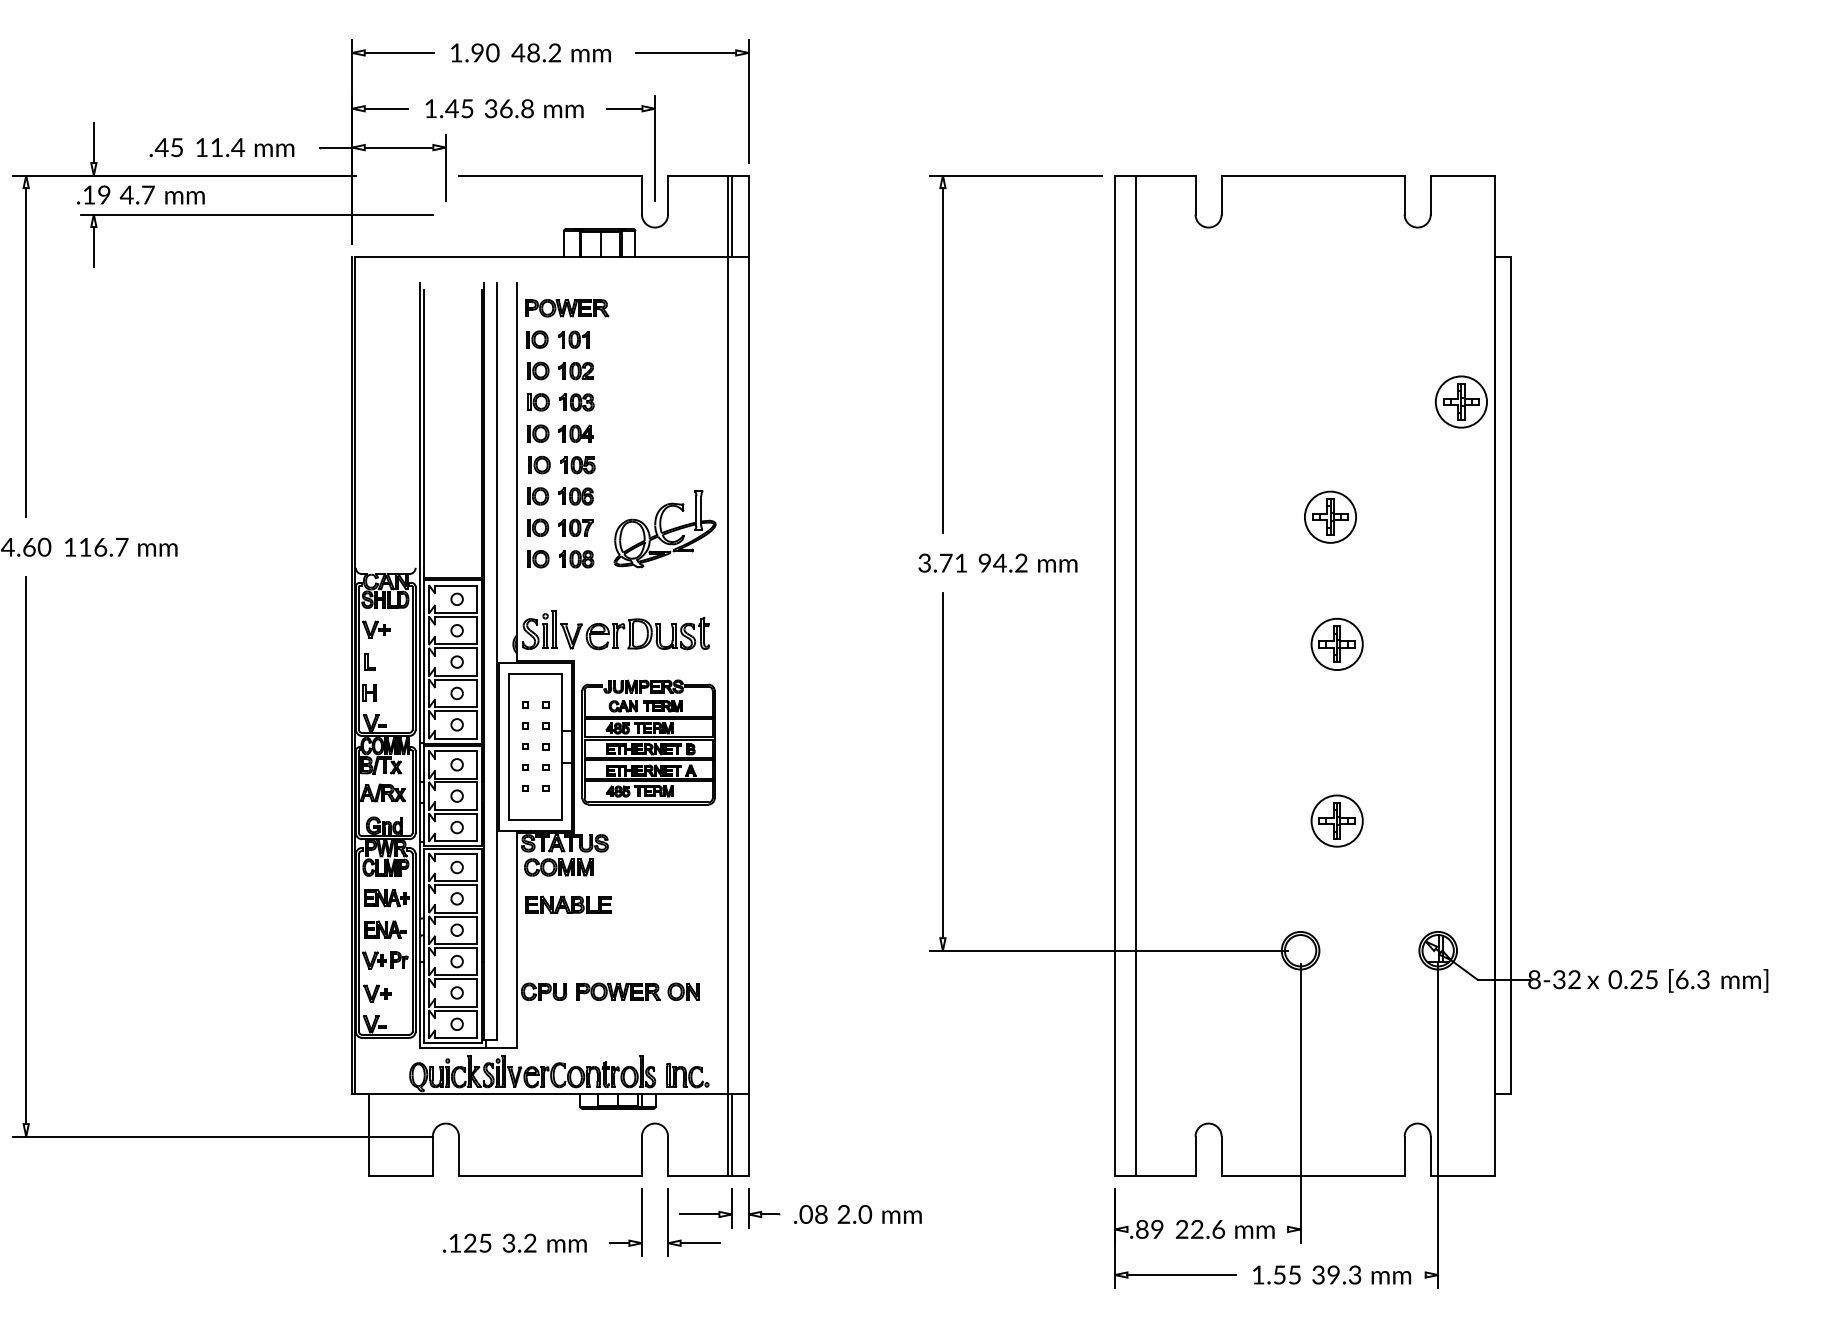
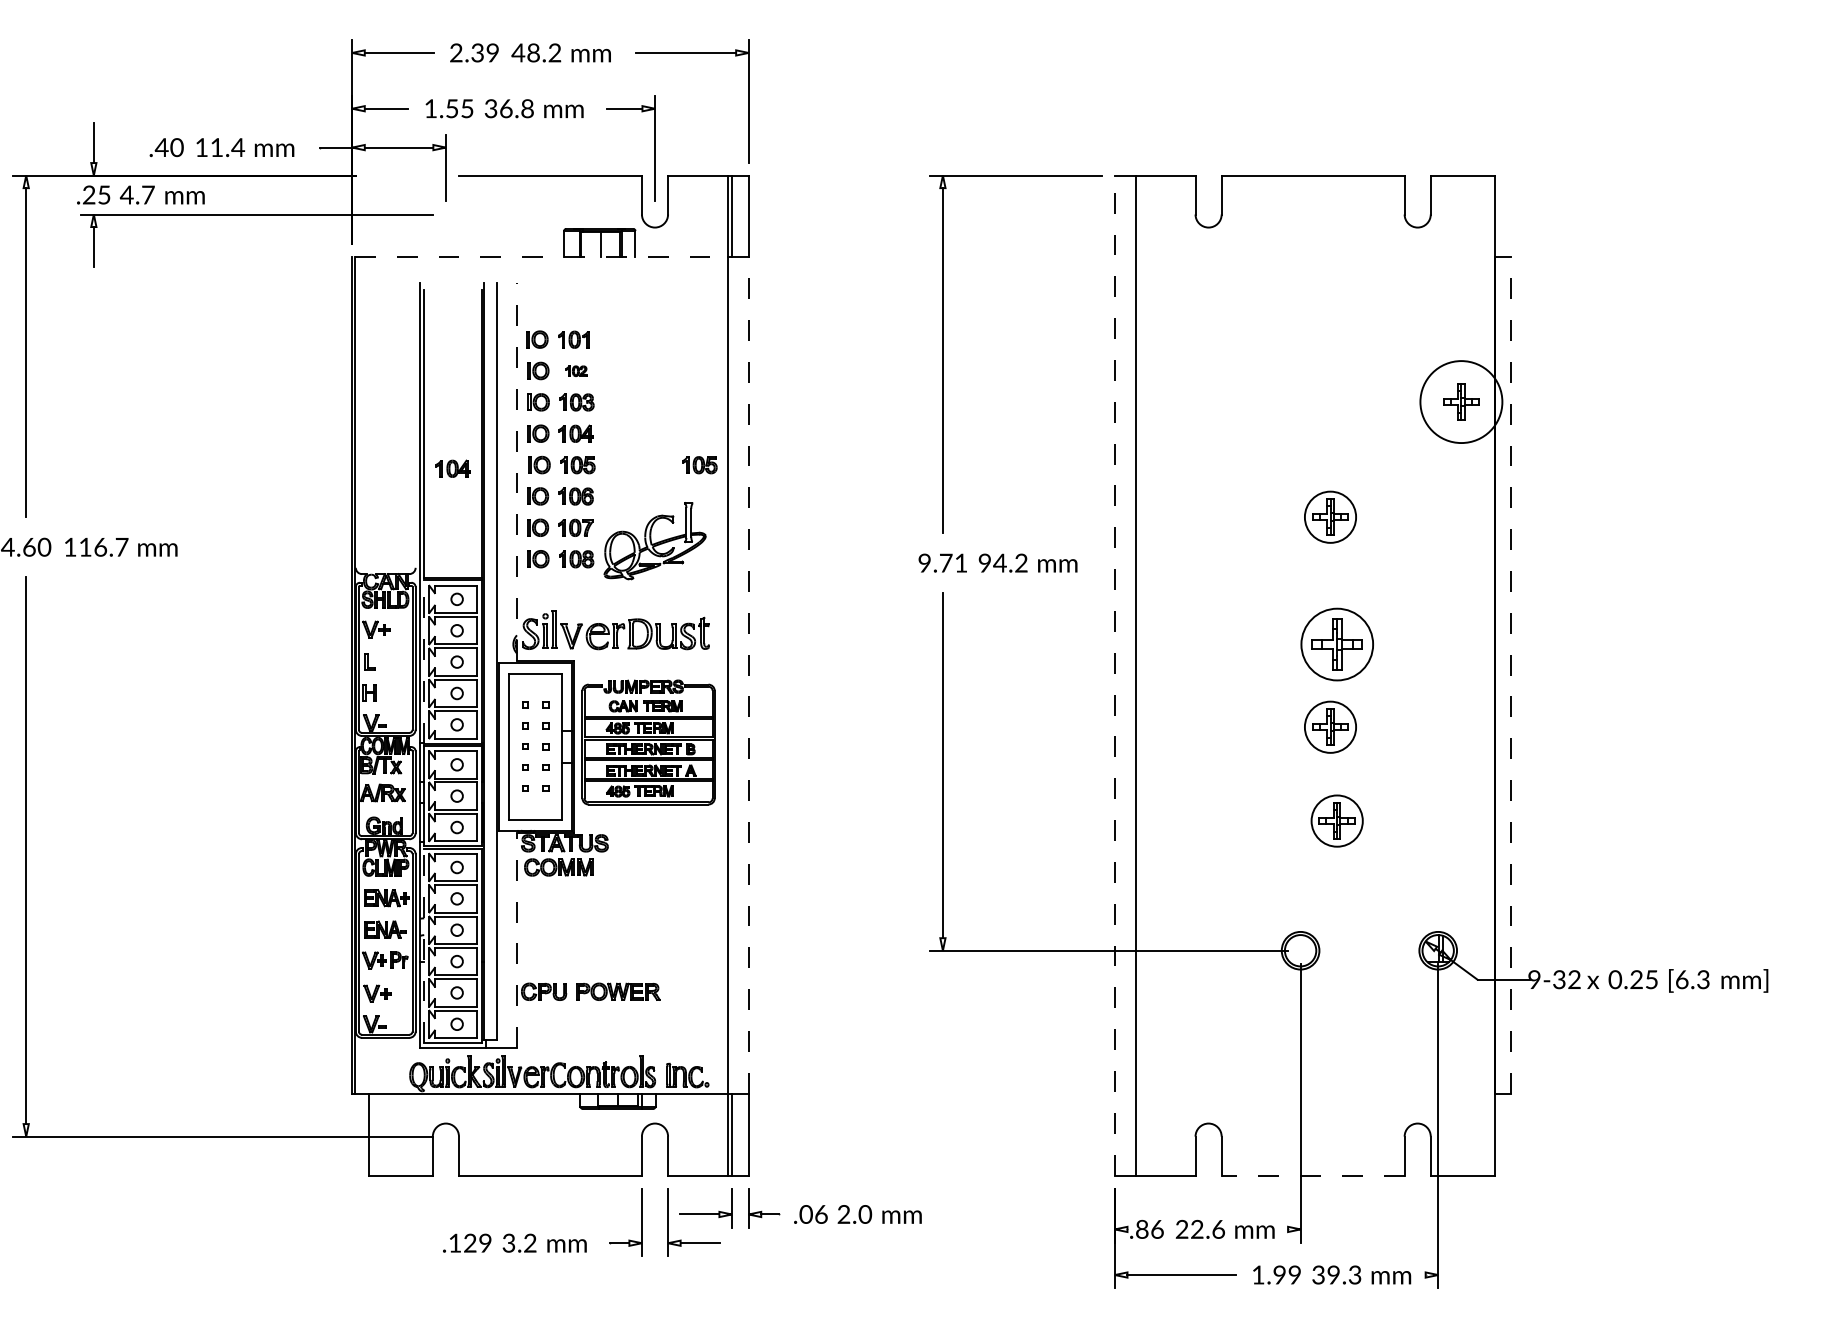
text at (474, 52): 1.90 -> 2.39
text at (451, 108): 1.45 -> 1.55
text at (176, 147): .45 -> .40
text at (96, 194): .19 -> .25
line at (541, 257): solid -> dashed
part at (567, 308): present -> none
part at (576, 371) size: 37x19 px -> 23x12 px
circle at (1461, 401) diameter: 51 px -> 82 px
part at (699, 465): none -> present
part at (452, 468): none -> present
line at (517, 472): solid -> dashed
part at (664, 529) position: (664, 529) -> (654, 541)
text at (924, 563): 3.71 -> 9.71
part at (1336, 643) size: 54x54 px -> 74x75 px
line at (424, 662): solid -> dashed
line at (748, 675): solid -> dashed
line at (1114, 675): solid -> dashed
line at (1511, 675): solid -> dashed
part at (1330, 726): none -> present
part at (568, 904): present -> none
line at (517, 940): solid -> dashed
line at (424, 945): solid -> dashed
text at (1534, 980): 8-32 -> 9-32
part at (683, 991): present -> none
line at (1312, 1175): solid -> dashed
text at (821, 1214): .08 -> .06
text at (1157, 1228): .89 -> .86
text at (485, 1242): .125 -> .129
text at (1286, 1274): 1.55 -> 1.99
